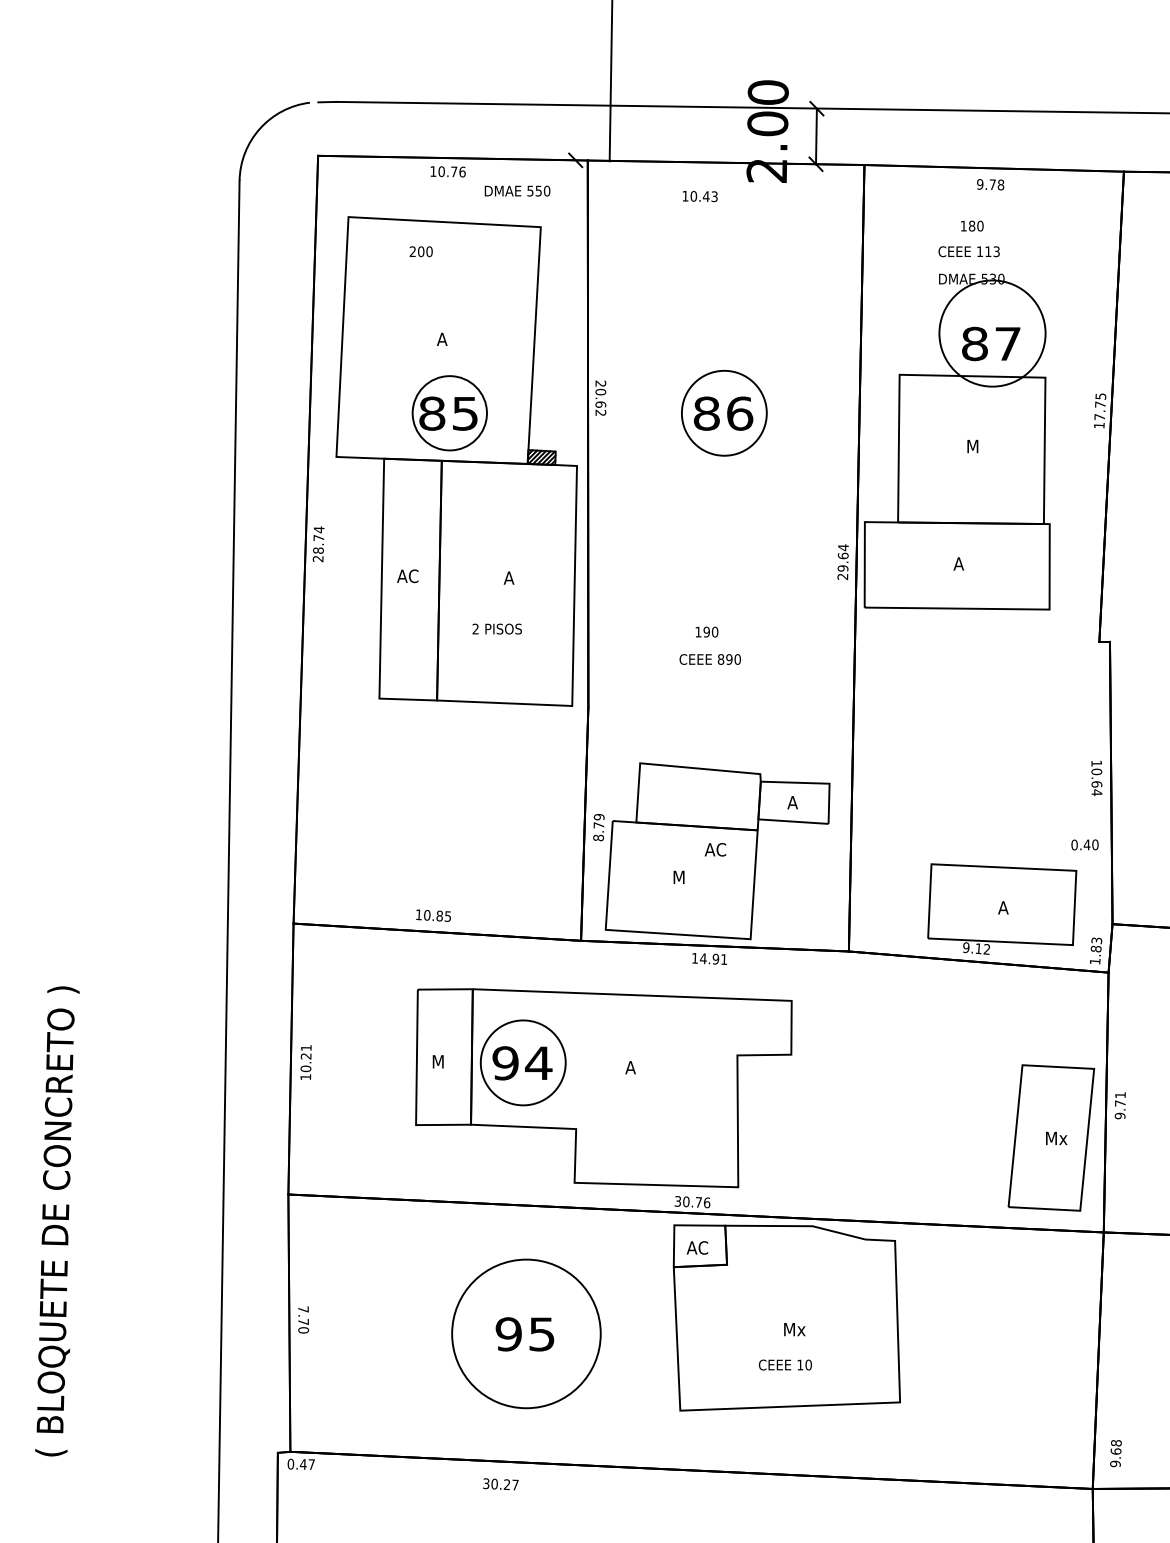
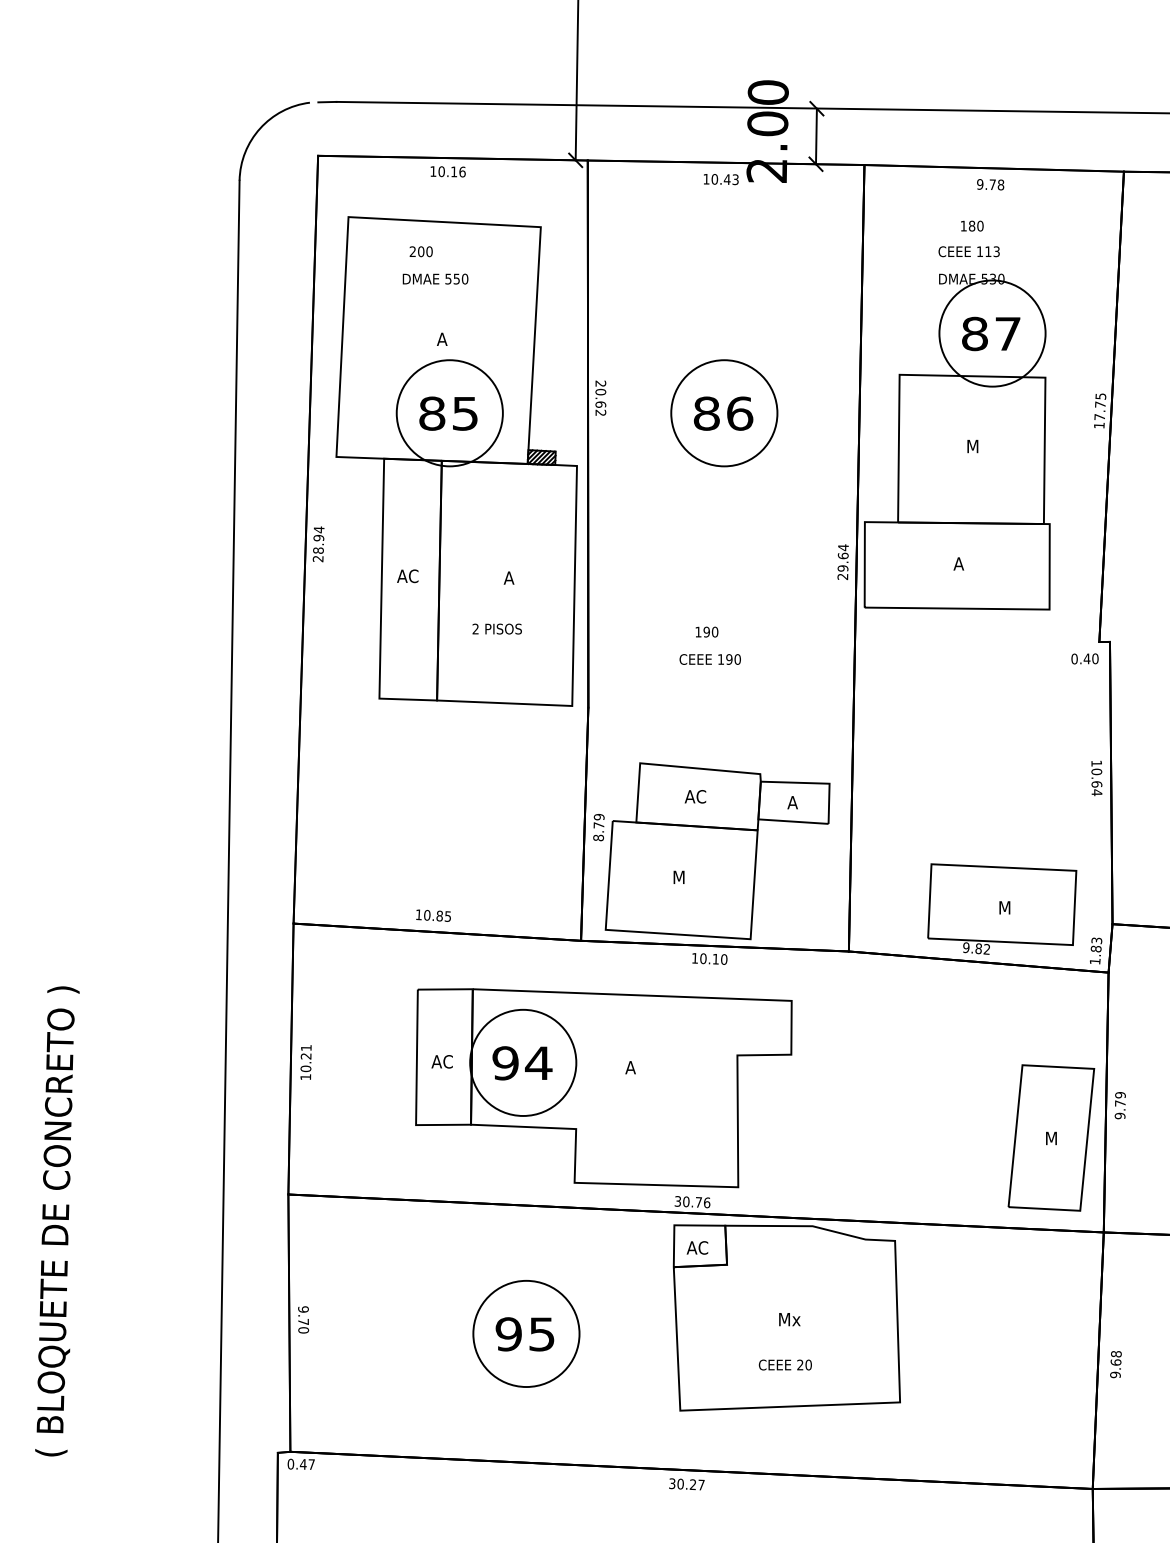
line at (610, 81) position: (610, 81) -> (576, 81)
text at (454, 171): 10.76 -> 10.16
text at (517, 190) position: (517, 190) -> (435, 278)
text at (700, 196) position: (700, 196) -> (721, 179)
text at (991, 343) position: (991, 343) -> (991, 333)
circle at (723, 412) diameter: 85 px -> 106 px
circle at (449, 413) diameter: 74 px -> 106 px
text at (318, 537): 28.74 -> 28.94
text at (720, 659): 890 -> 190
text at (1084, 844) position: (1084, 844) -> (1084, 658)
text at (715, 849) position: (715, 849) -> (695, 796)
text at (1004, 907): A -> M
text at (978, 948): 9.12 -> 9.82
text at (713, 958): 14.91 -> 10.10
text at (441, 1061): M -> AC
circle at (522, 1062) diameter: 85 px -> 106 px
text at (1120, 1095): 9.71 -> 9.79
text at (1063, 1140): Mx -> M
text at (303, 1309): 7.70 -> 9.70
text at (794, 1329) position: (794, 1329) -> (789, 1319)
circle at (526, 1333) diameter: 149 px -> 106 px
text at (800, 1364): 10 -> 20
text at (1115, 1453) position: (1115, 1453) -> (1115, 1364)
text at (500, 1484) position: (500, 1484) -> (686, 1484)
